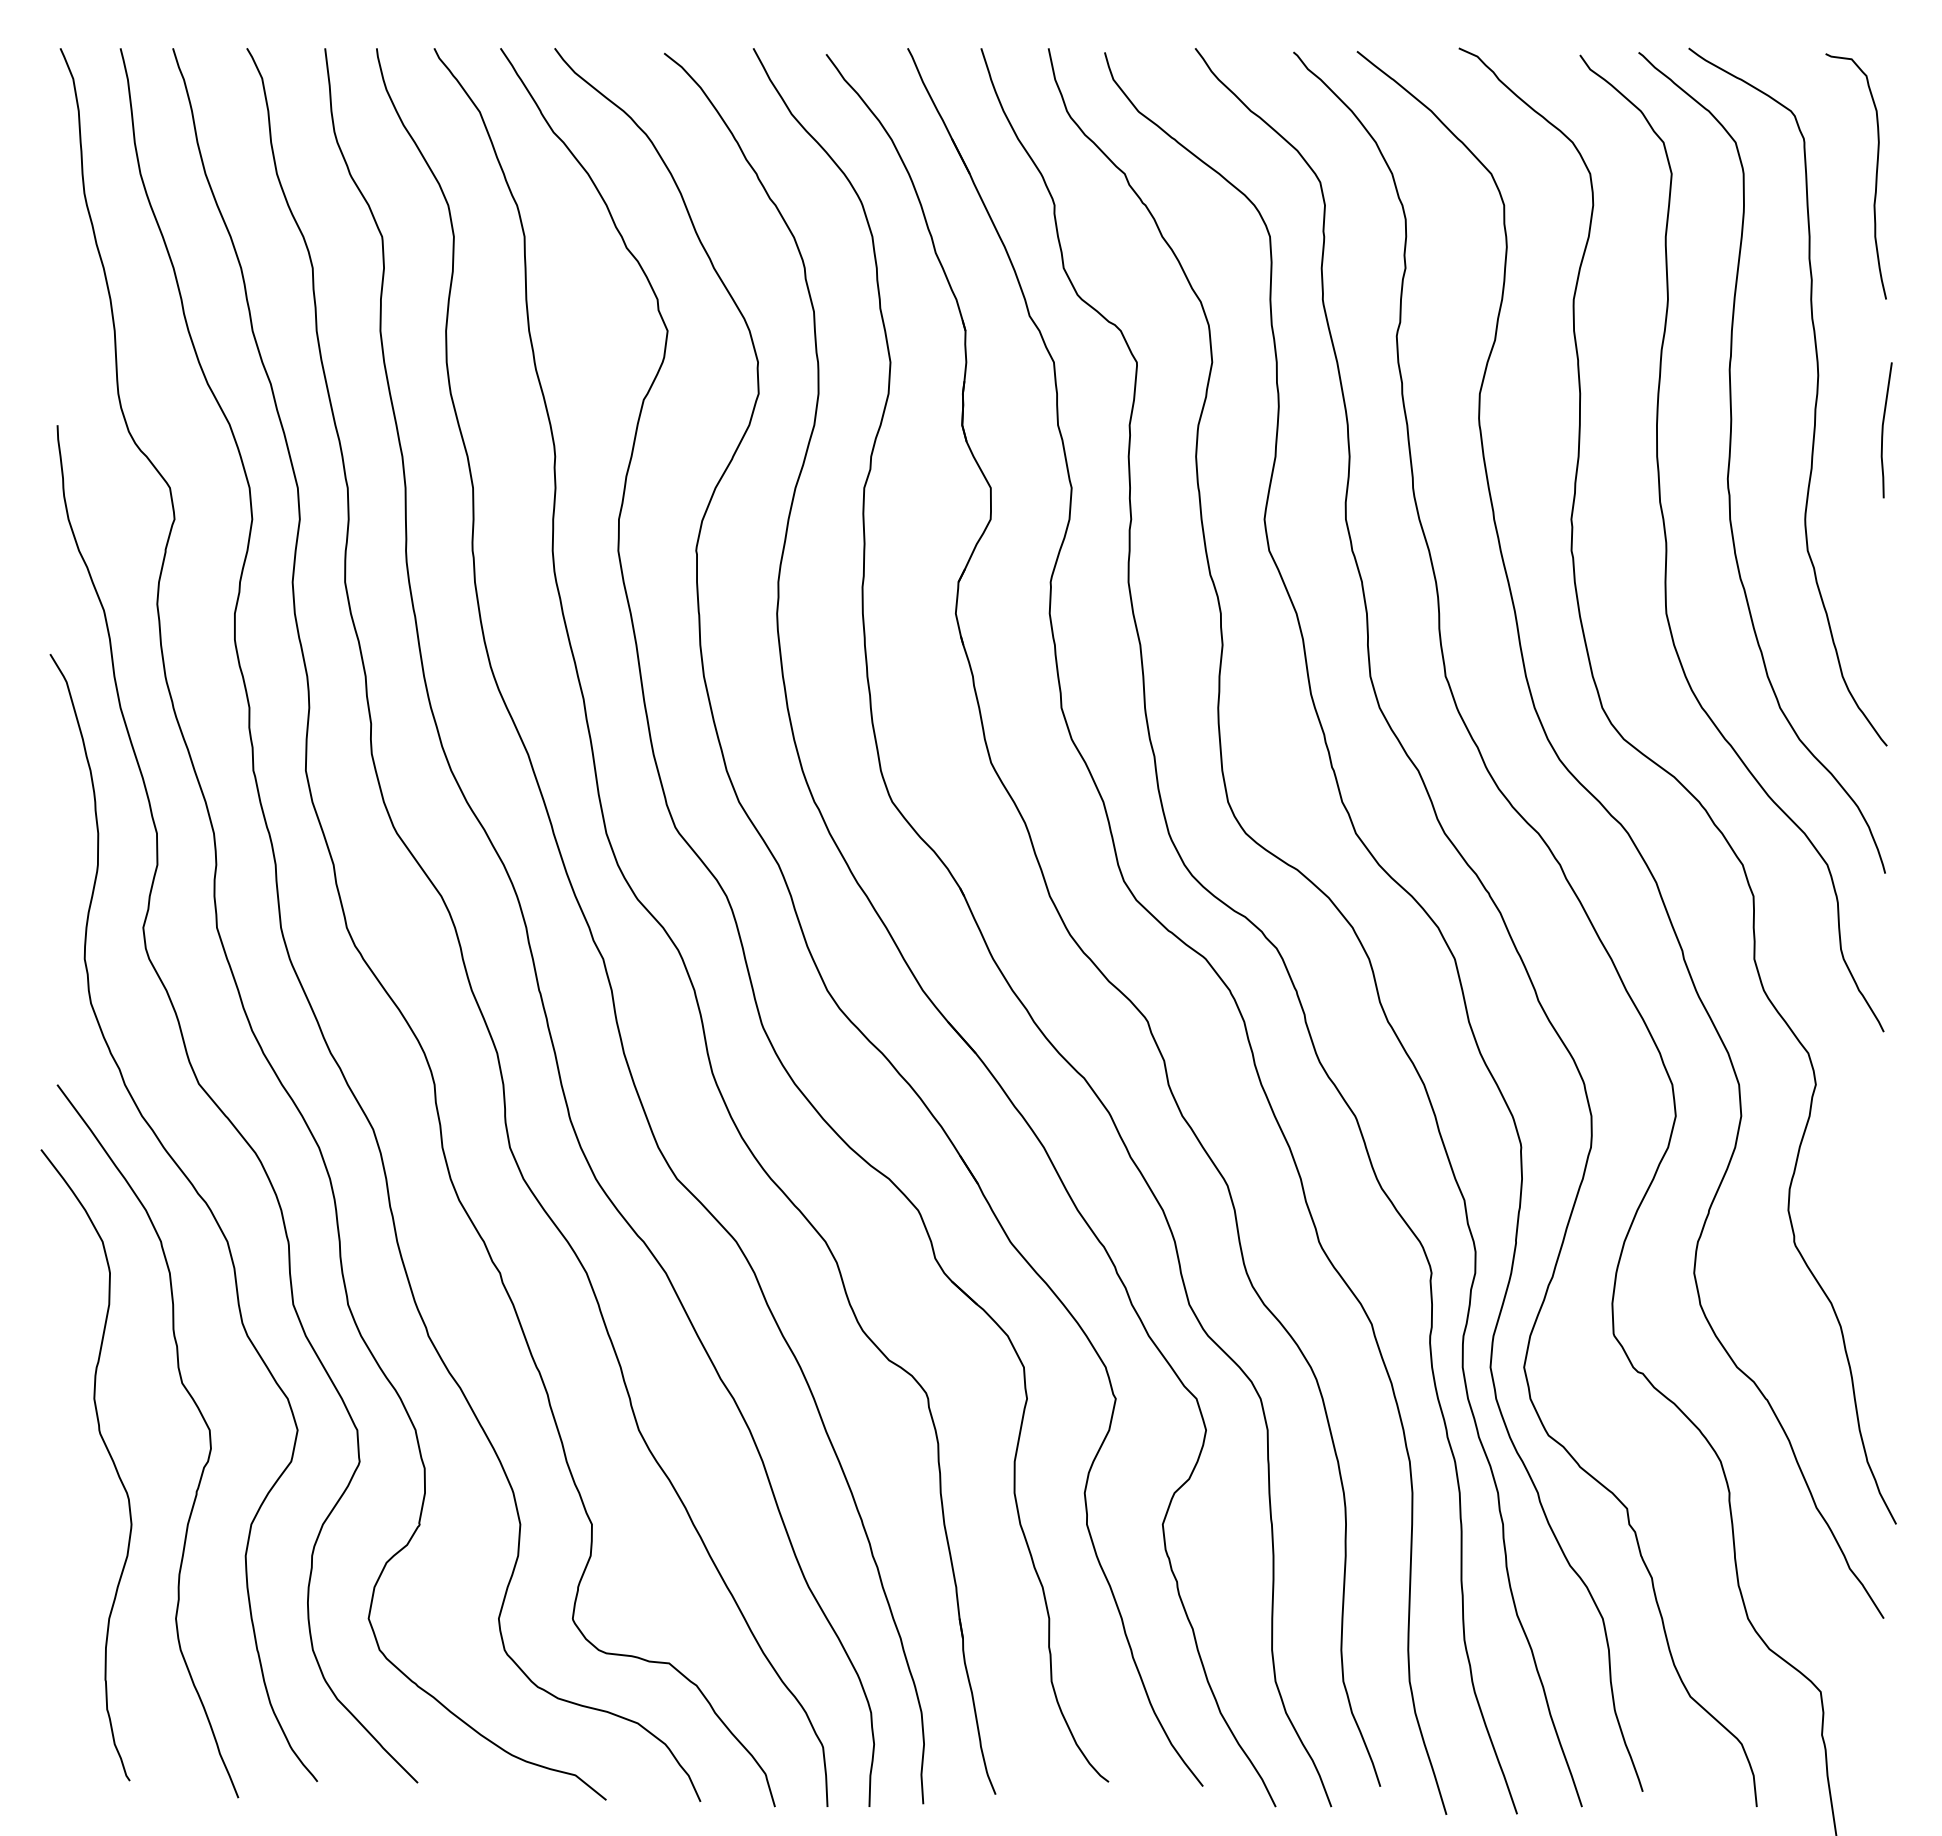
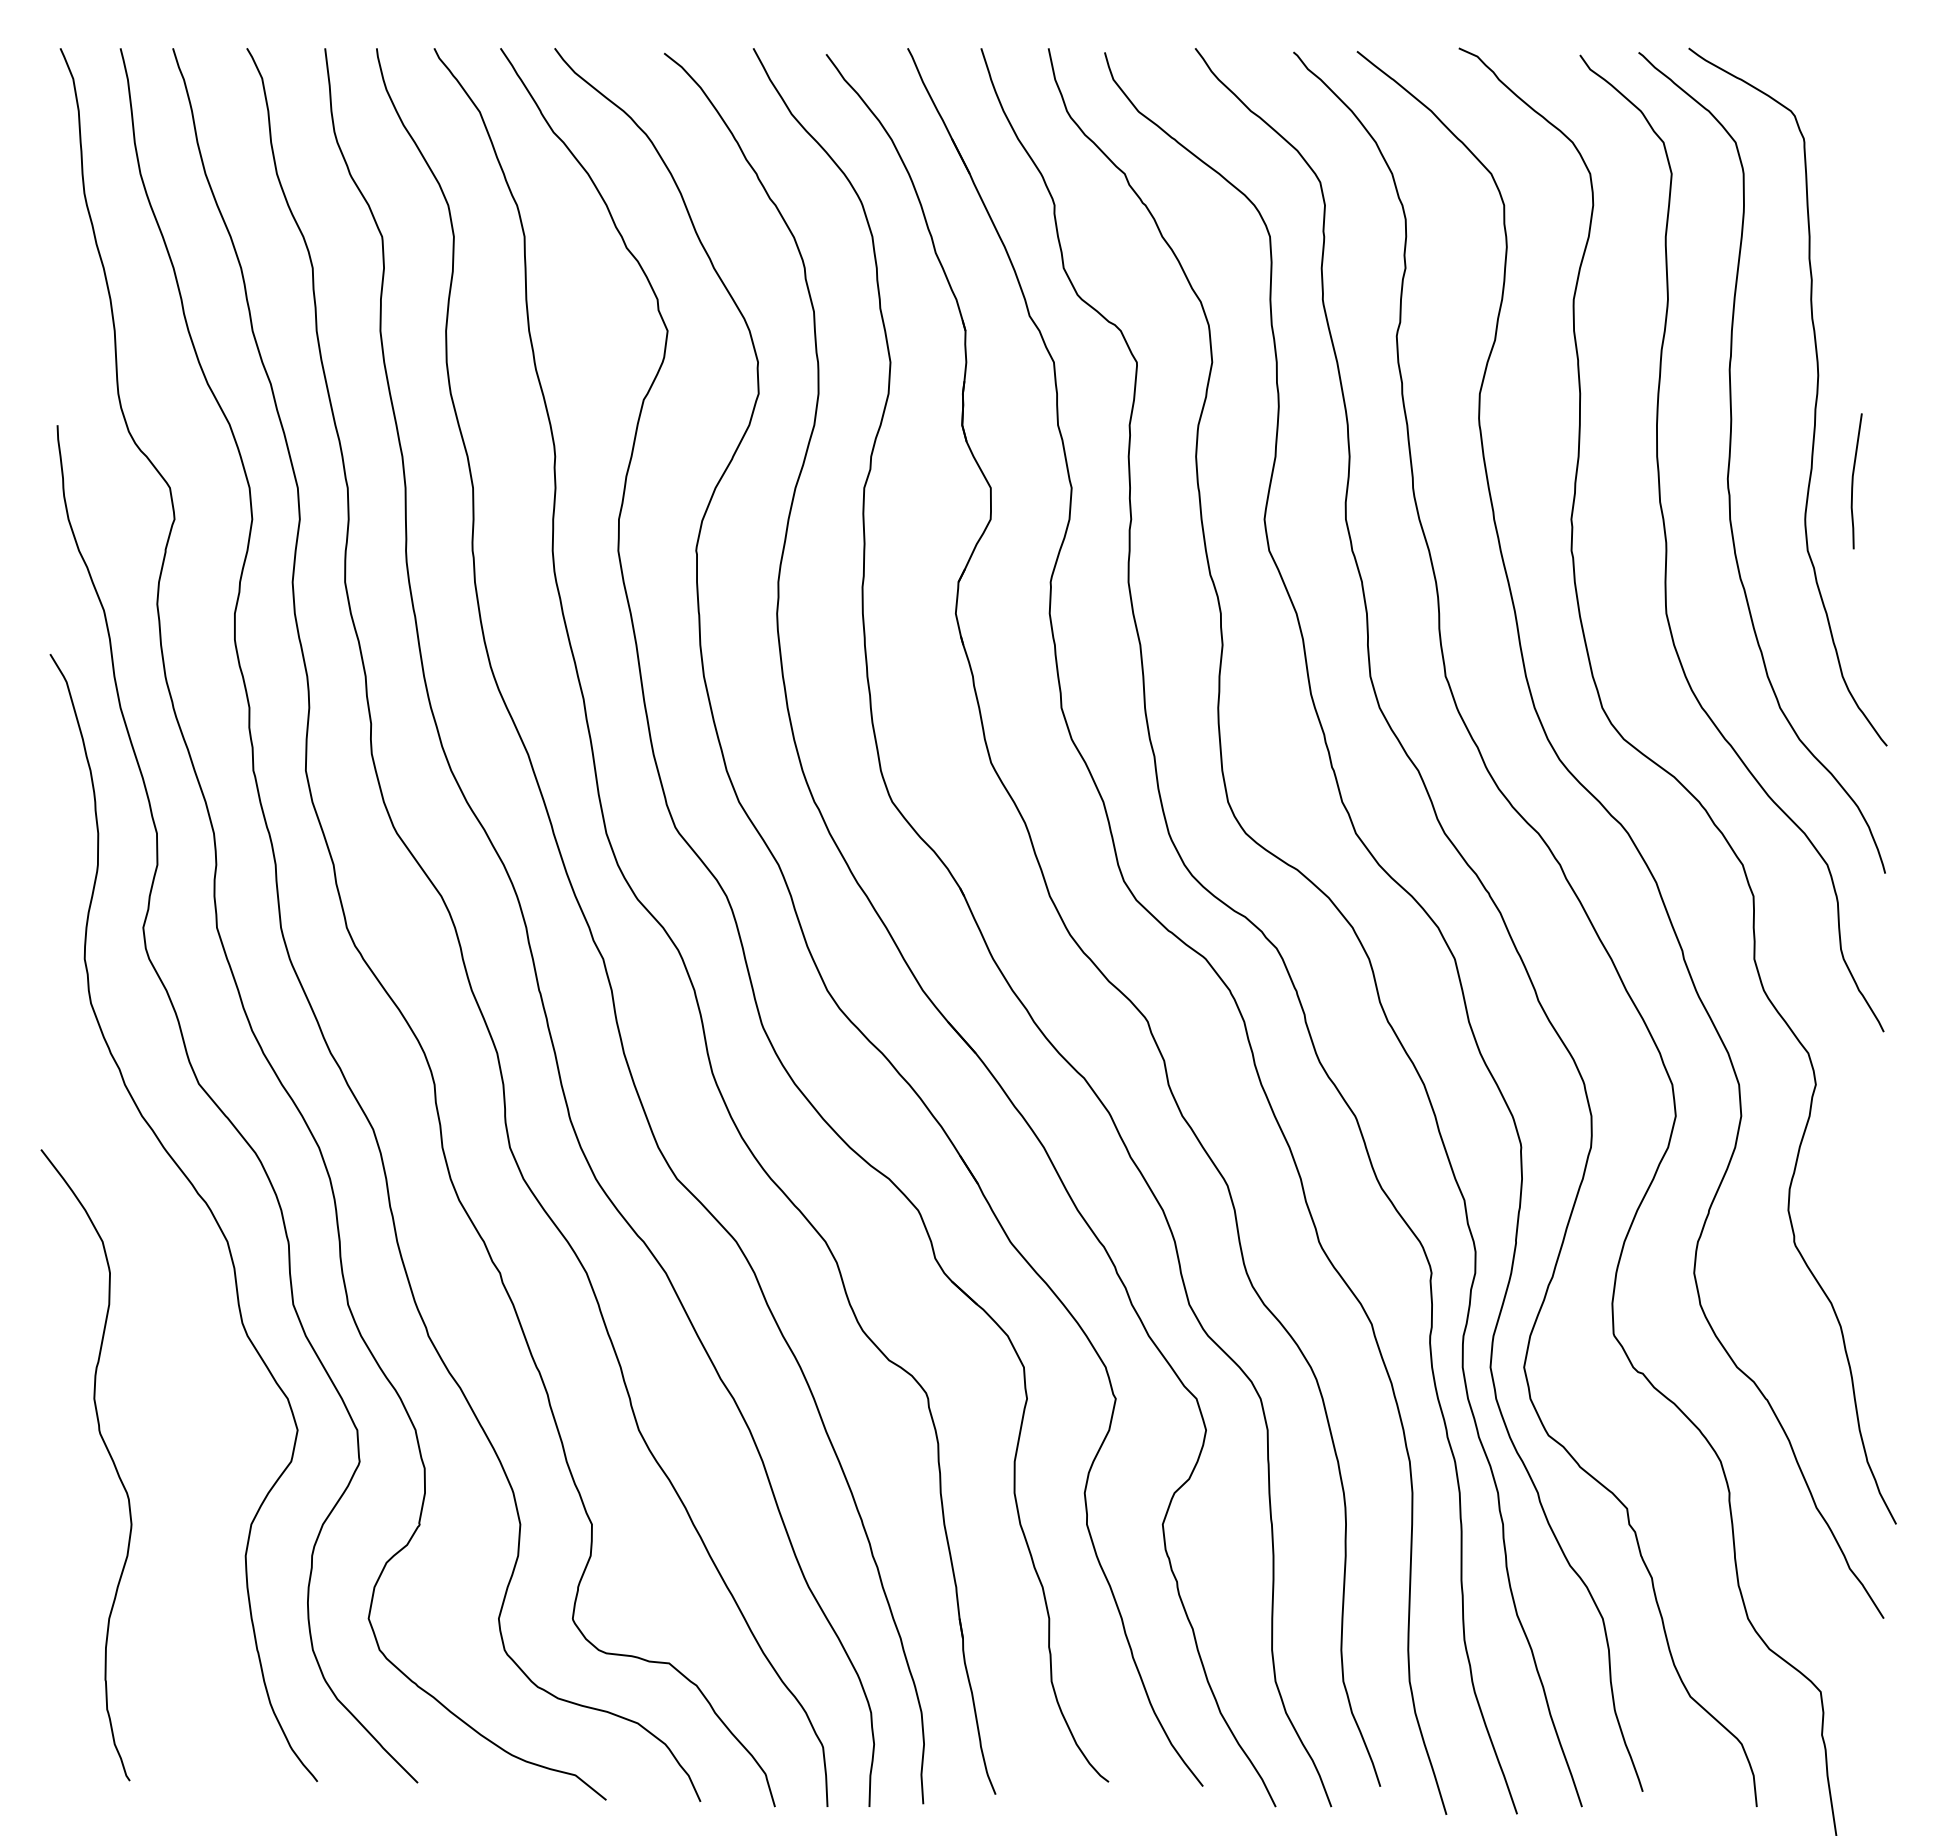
curve at (1875, 176): present -> none
curve at (1883, 430) position: (1883, 430) -> (1853, 481)
curve at (200, 1414): present -> none
